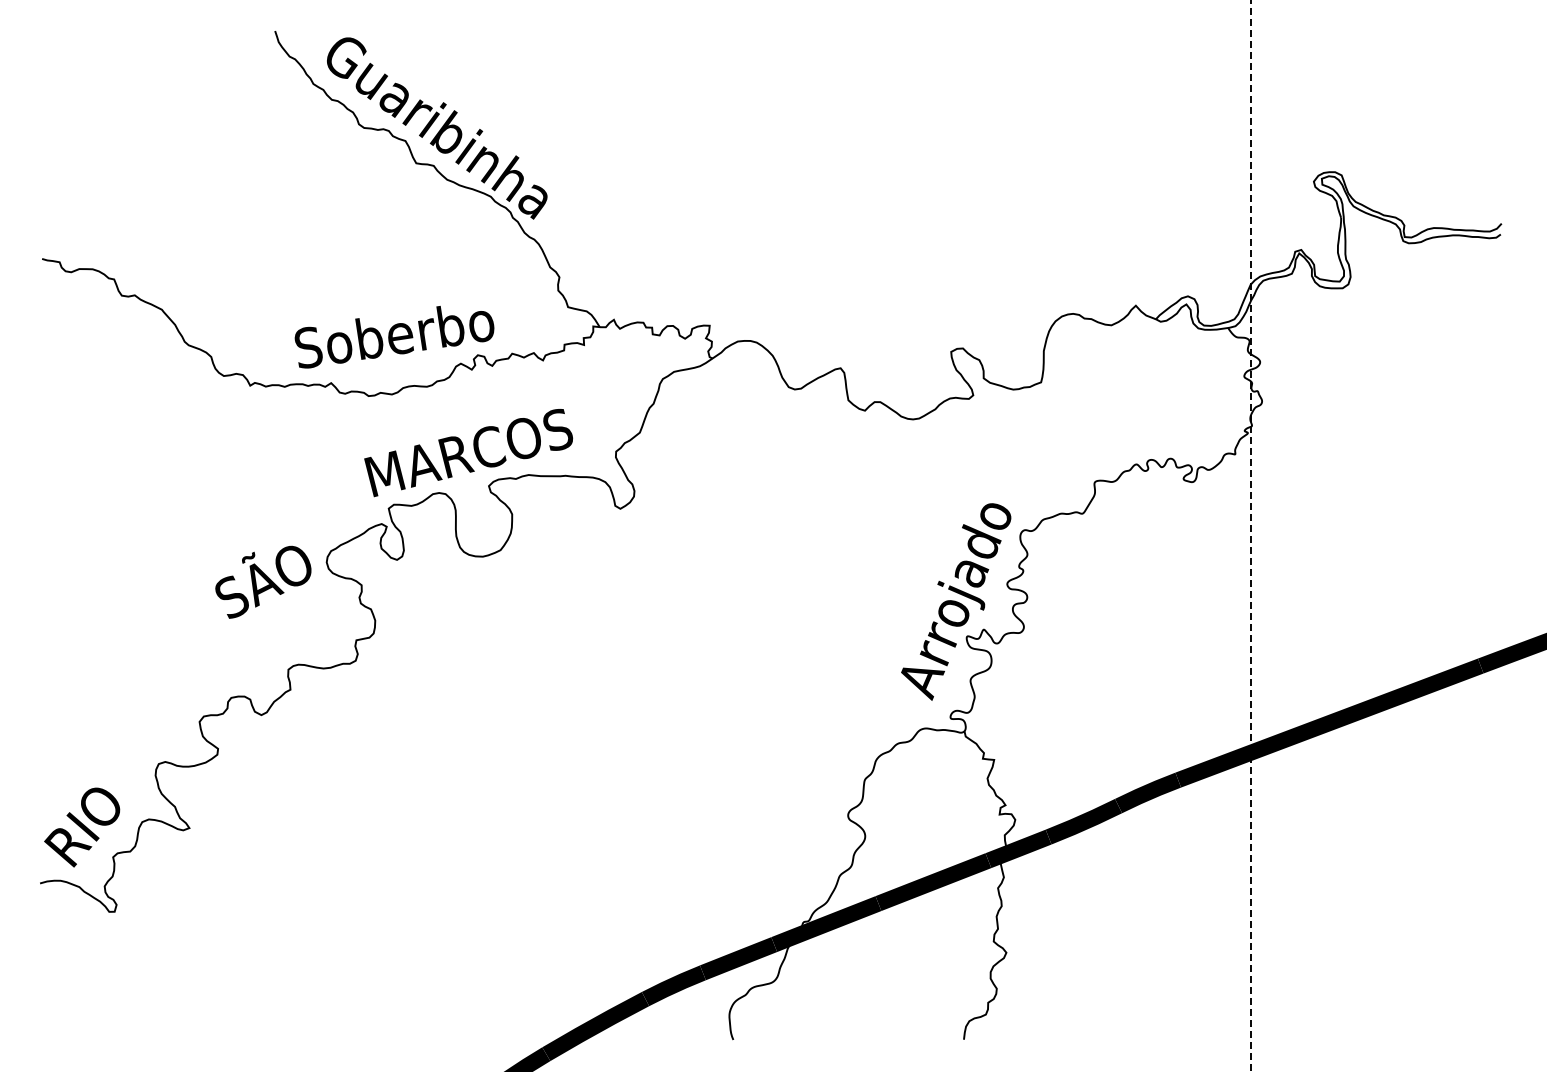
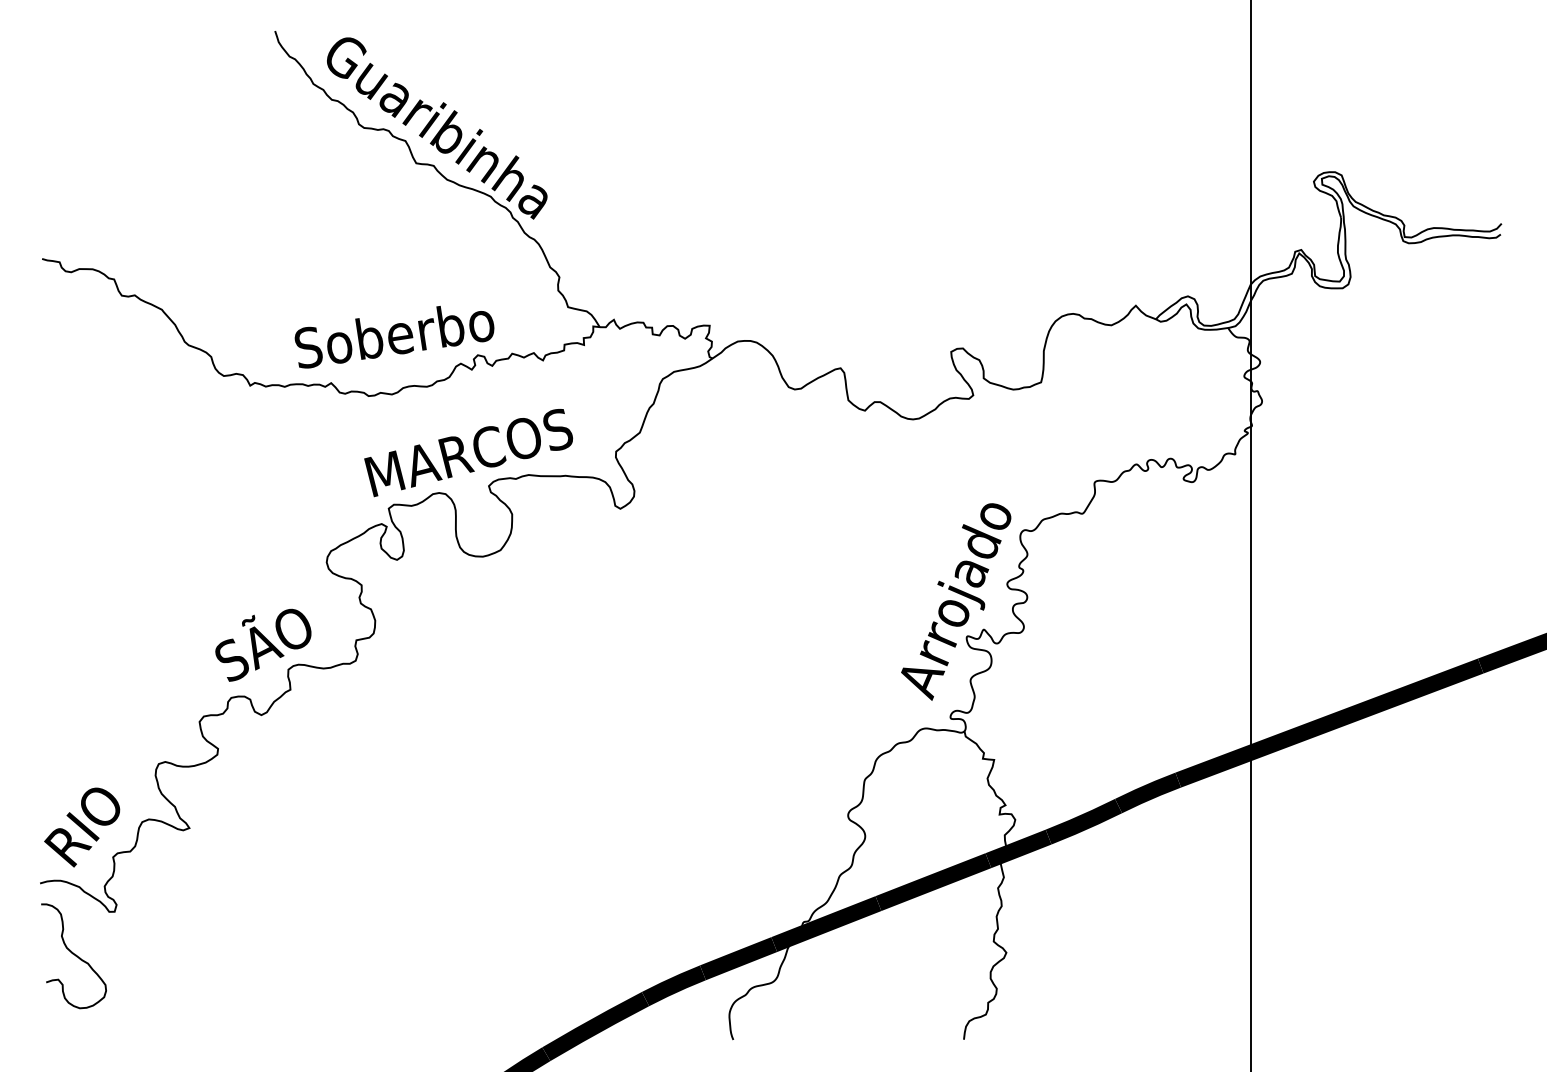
line at (1251, 535): dashed -> solid
text at (263, 581) position: (263, 581) -> (263, 644)
curve at (74, 955): none -> present
